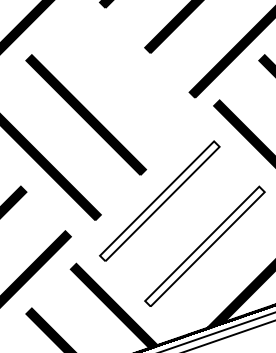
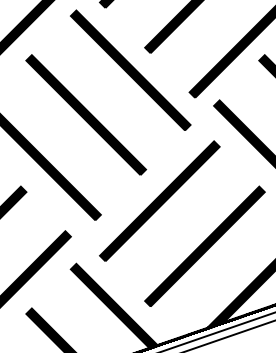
part at (130, 69): none -> present
fill at (159, 201): none -> present
fill at (204, 246): none -> present
